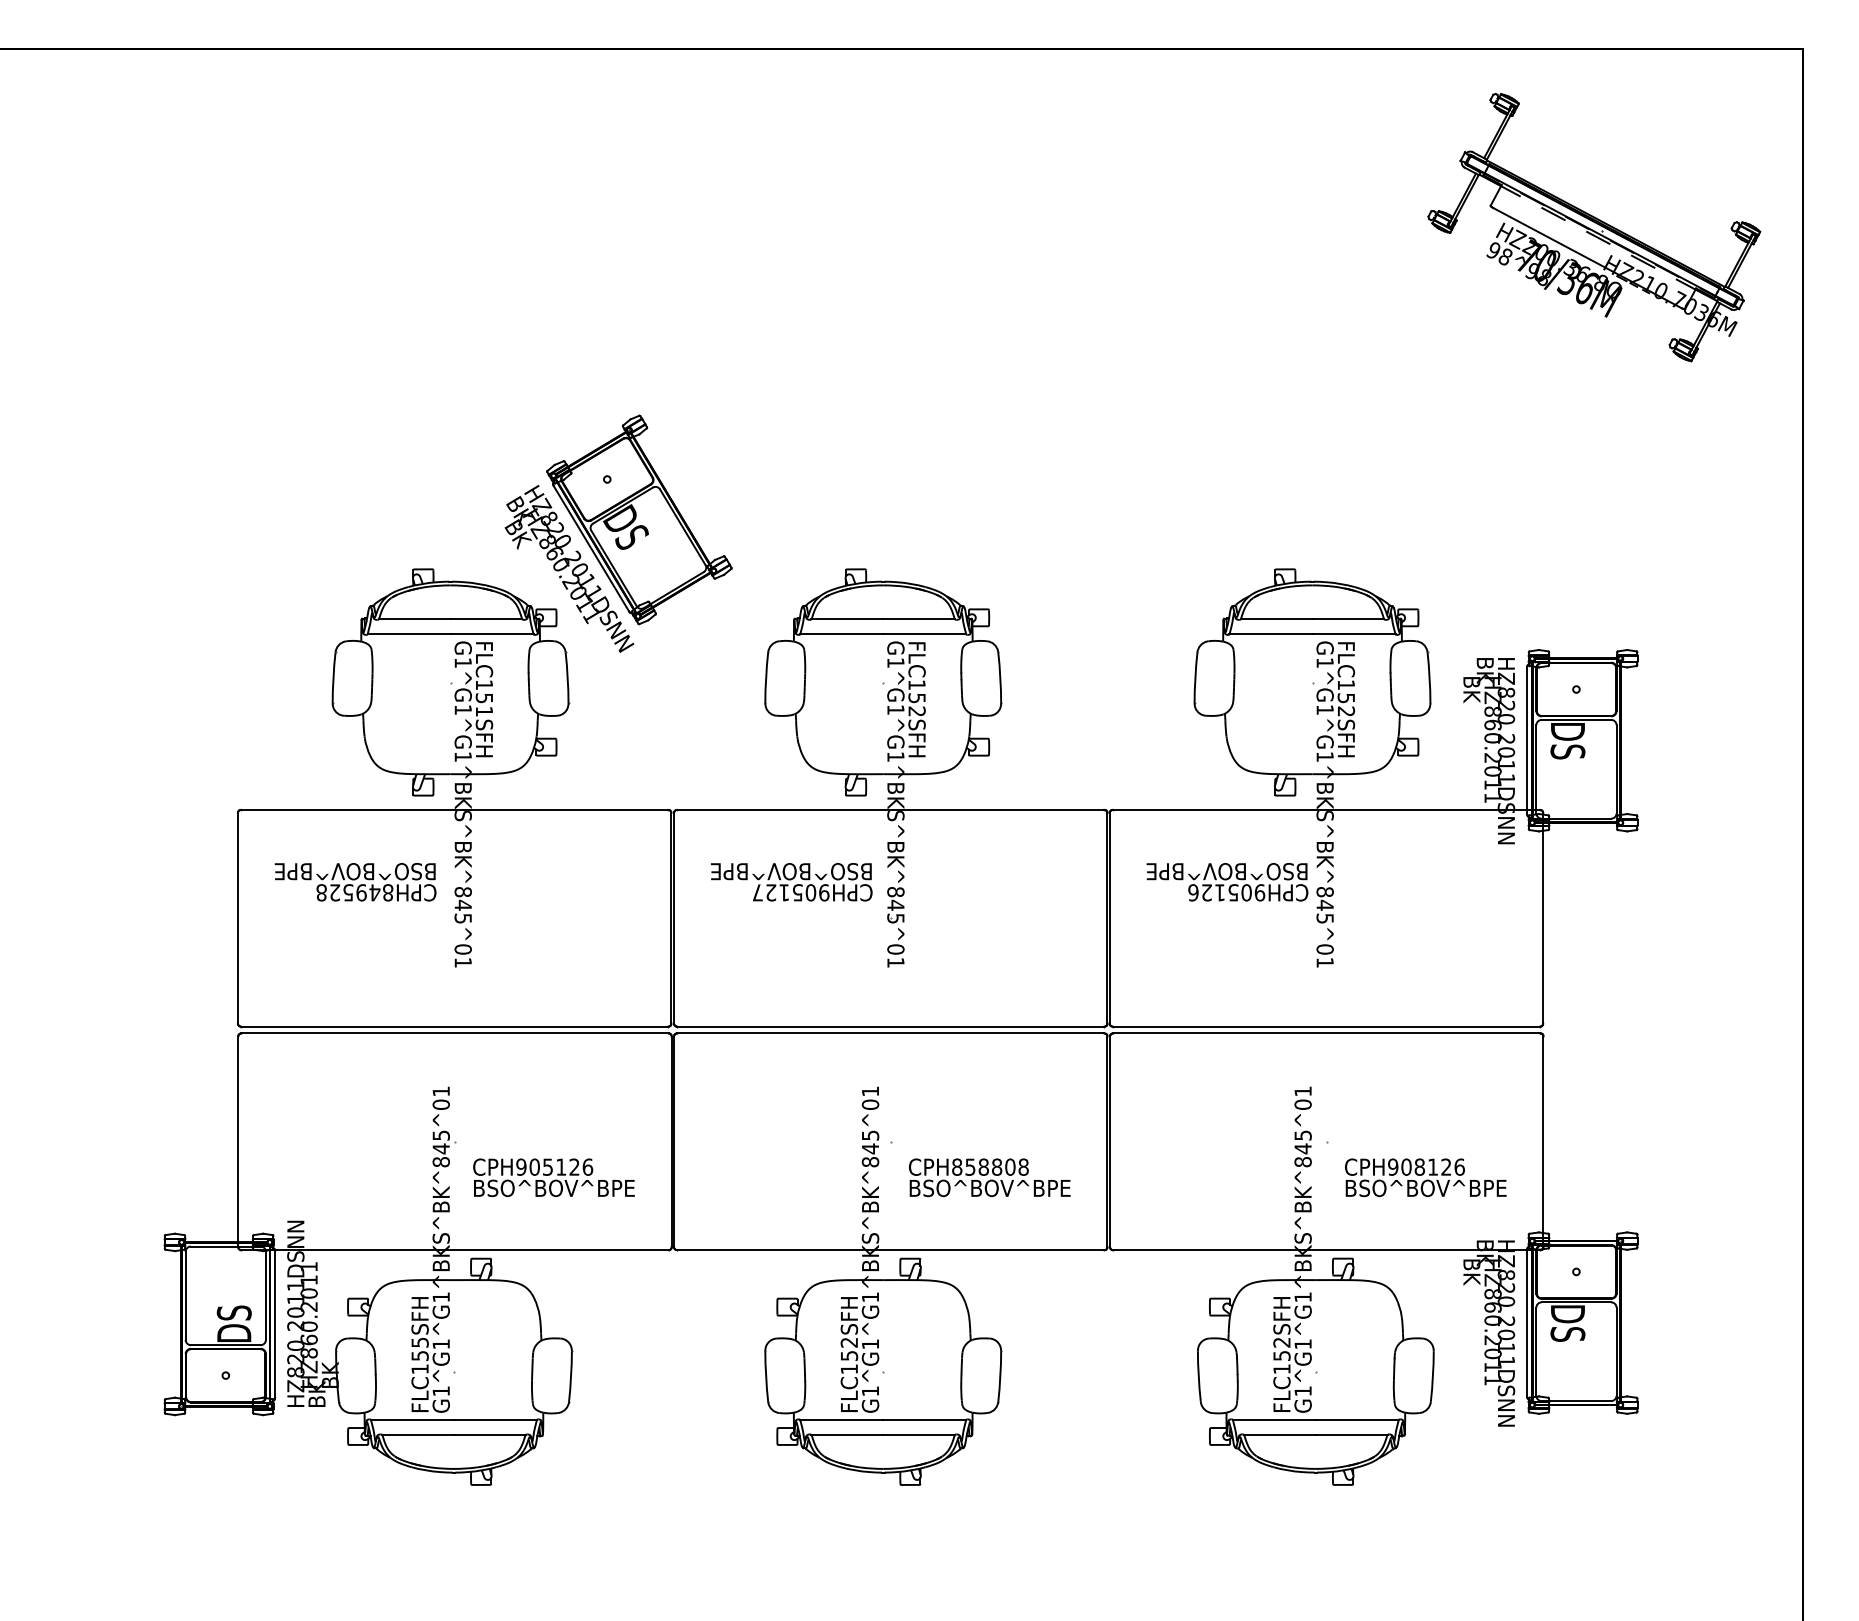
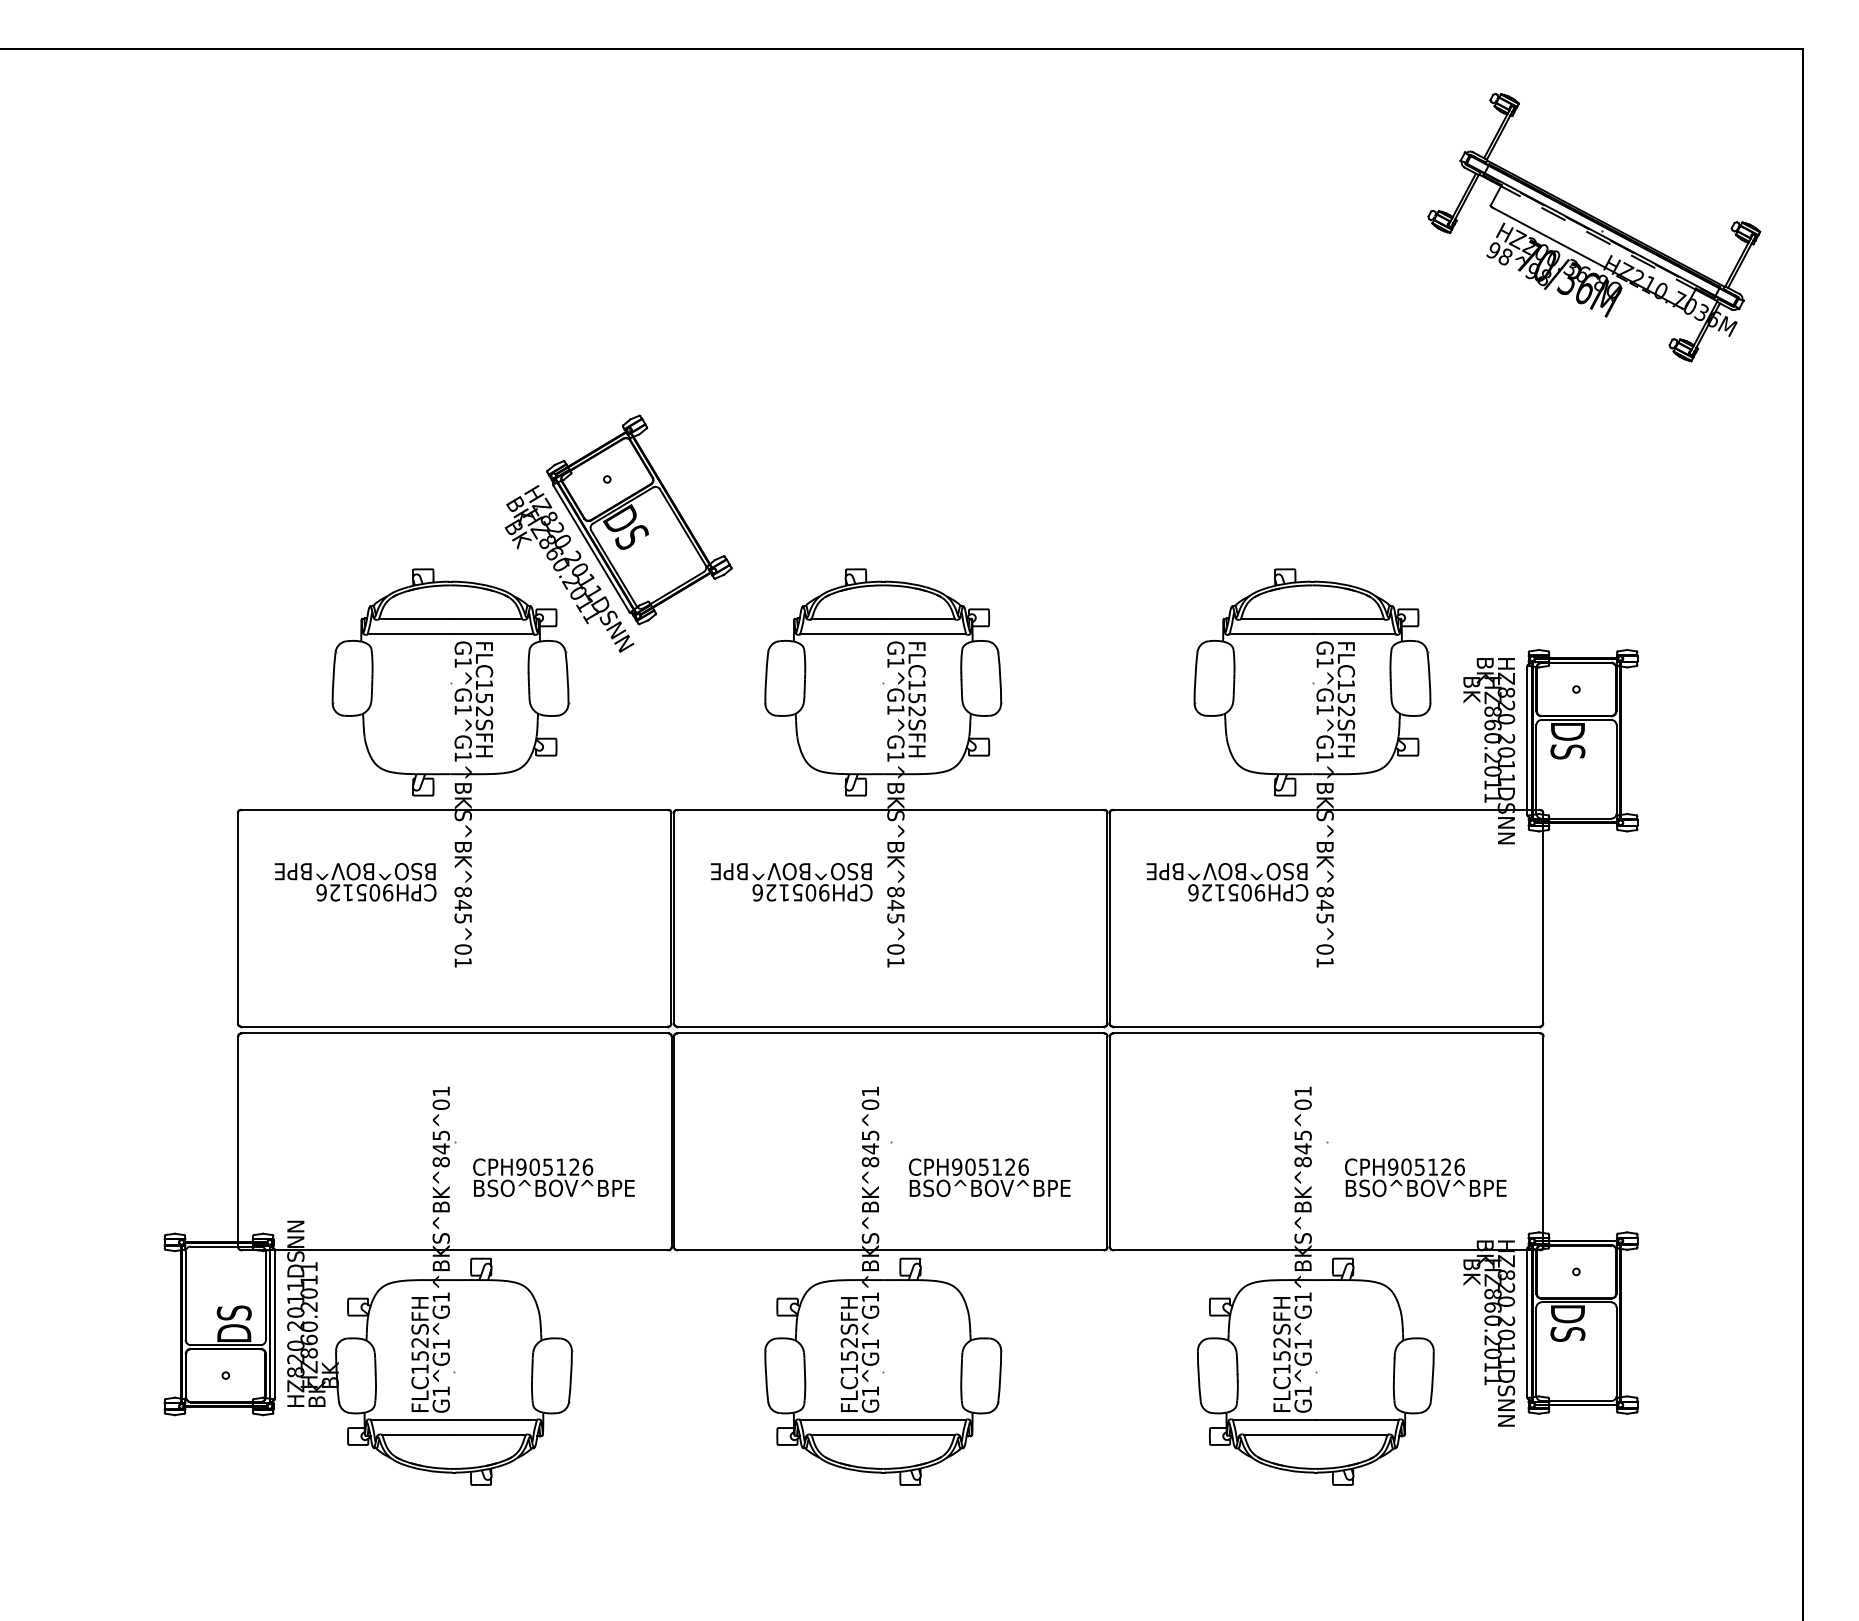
text at (484, 711): FLC151SFH -> FLC152SFH
text at (354, 892): CPH849528 -> CPH905126
text at (757, 892): CPH905127 -> CPH905126
text at (990, 1166): CPH858808 -> CPH905126
text at (1419, 1166): CPH908126 -> CPH905126
text at (419, 1342): FLC155SFH -> FLC152SFH
